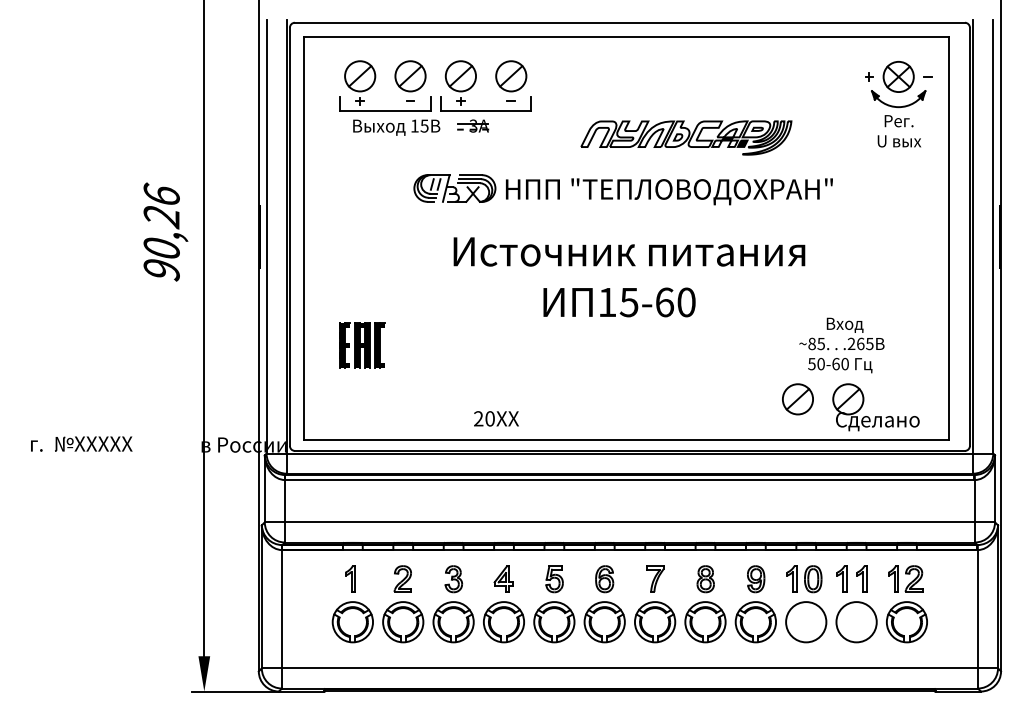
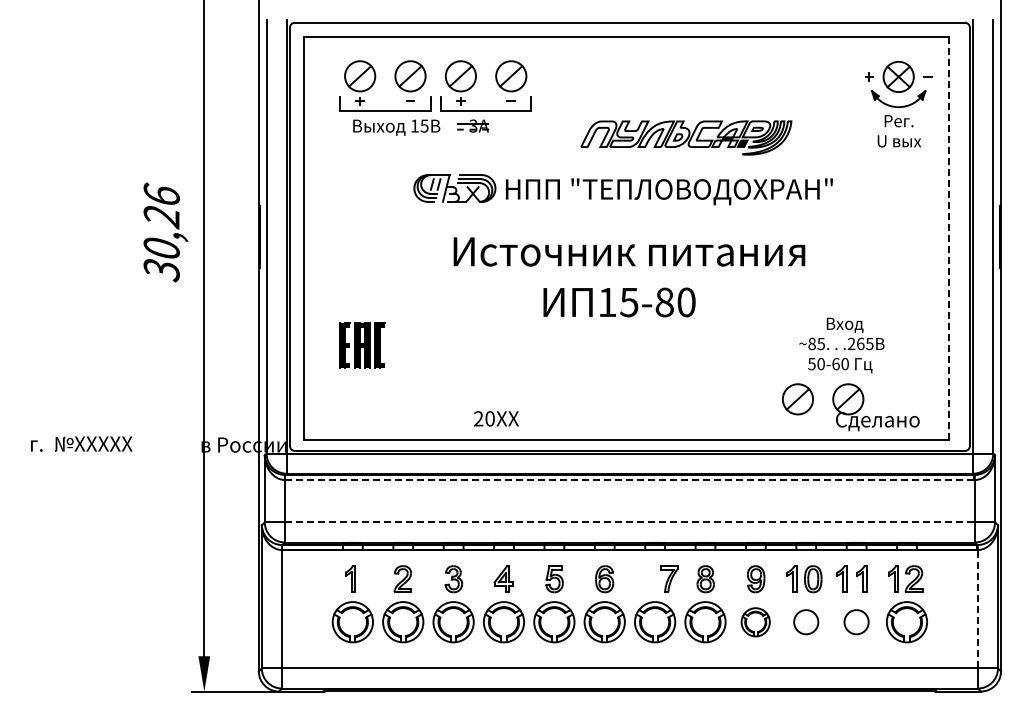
line at (949, 238): solid -> dashed
text at (161, 270): 90,26 -> 30,26
text at (664, 302): 15-60 -> 15-80
line at (629, 480): solid -> dashed
line at (629, 522): solid -> dashed
part at (655, 578) position: (655, 578) -> (669, 578)
line at (977, 608): solid -> dashed
part at (755, 622) size: 43x43 px -> 31x31 px
circle at (806, 622) diameter: 40 px -> 24 px
circle at (856, 622) diameter: 40 px -> 24 px
